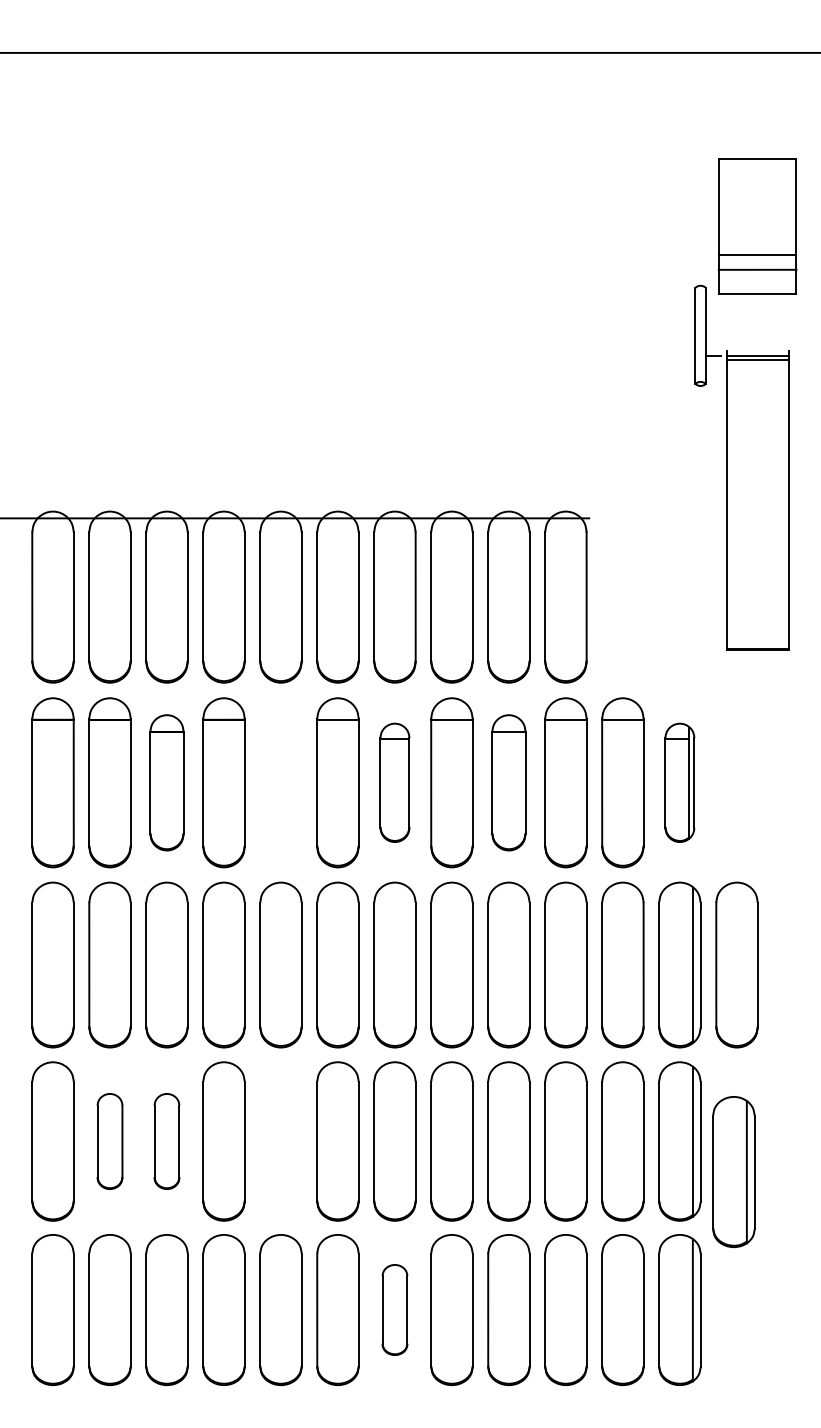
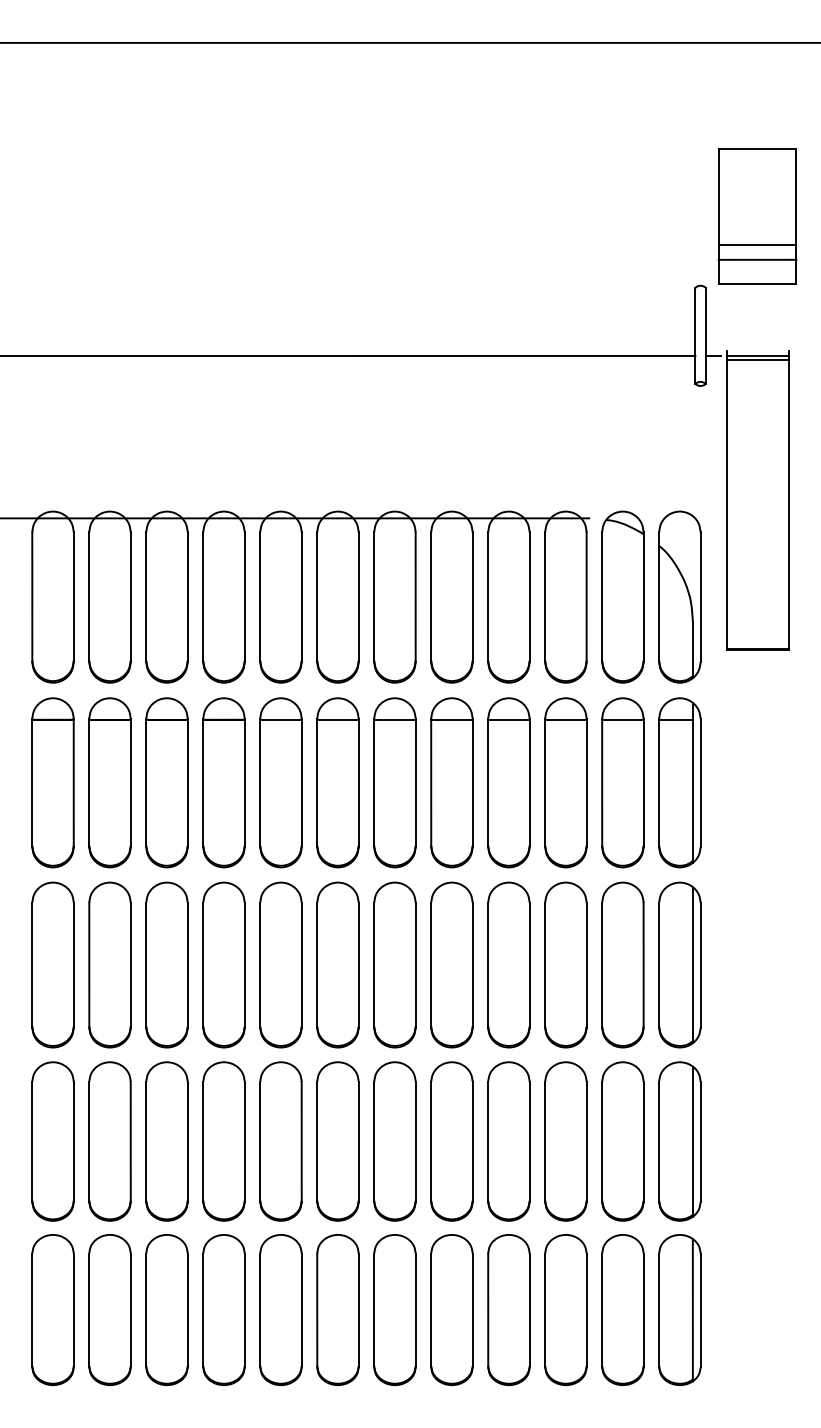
line at (409, 52) position: (409, 52) -> (409, 42)
part at (757, 226) position: (757, 226) -> (757, 216)
line at (348, 355): none -> present
part at (622, 596): none -> present
part at (679, 596): none -> present
part at (166, 782) size: 36x138 px -> 44x172 px
part at (280, 782): none -> present
part at (394, 782) size: 32x121 px -> 44x172 px
part at (508, 782) size: 36x138 px -> 44x172 px
part at (679, 782) size: 32x121 px -> 44x172 px
part at (736, 964): present -> none
part at (109, 1141) size: 28x97 px -> 44x161 px
part at (166, 1141) size: 28x97 px -> 44x161 px
part at (280, 1141): none -> present
part at (733, 1171): present -> none
part at (394, 1309) size: 28x92 px -> 44x152 px
